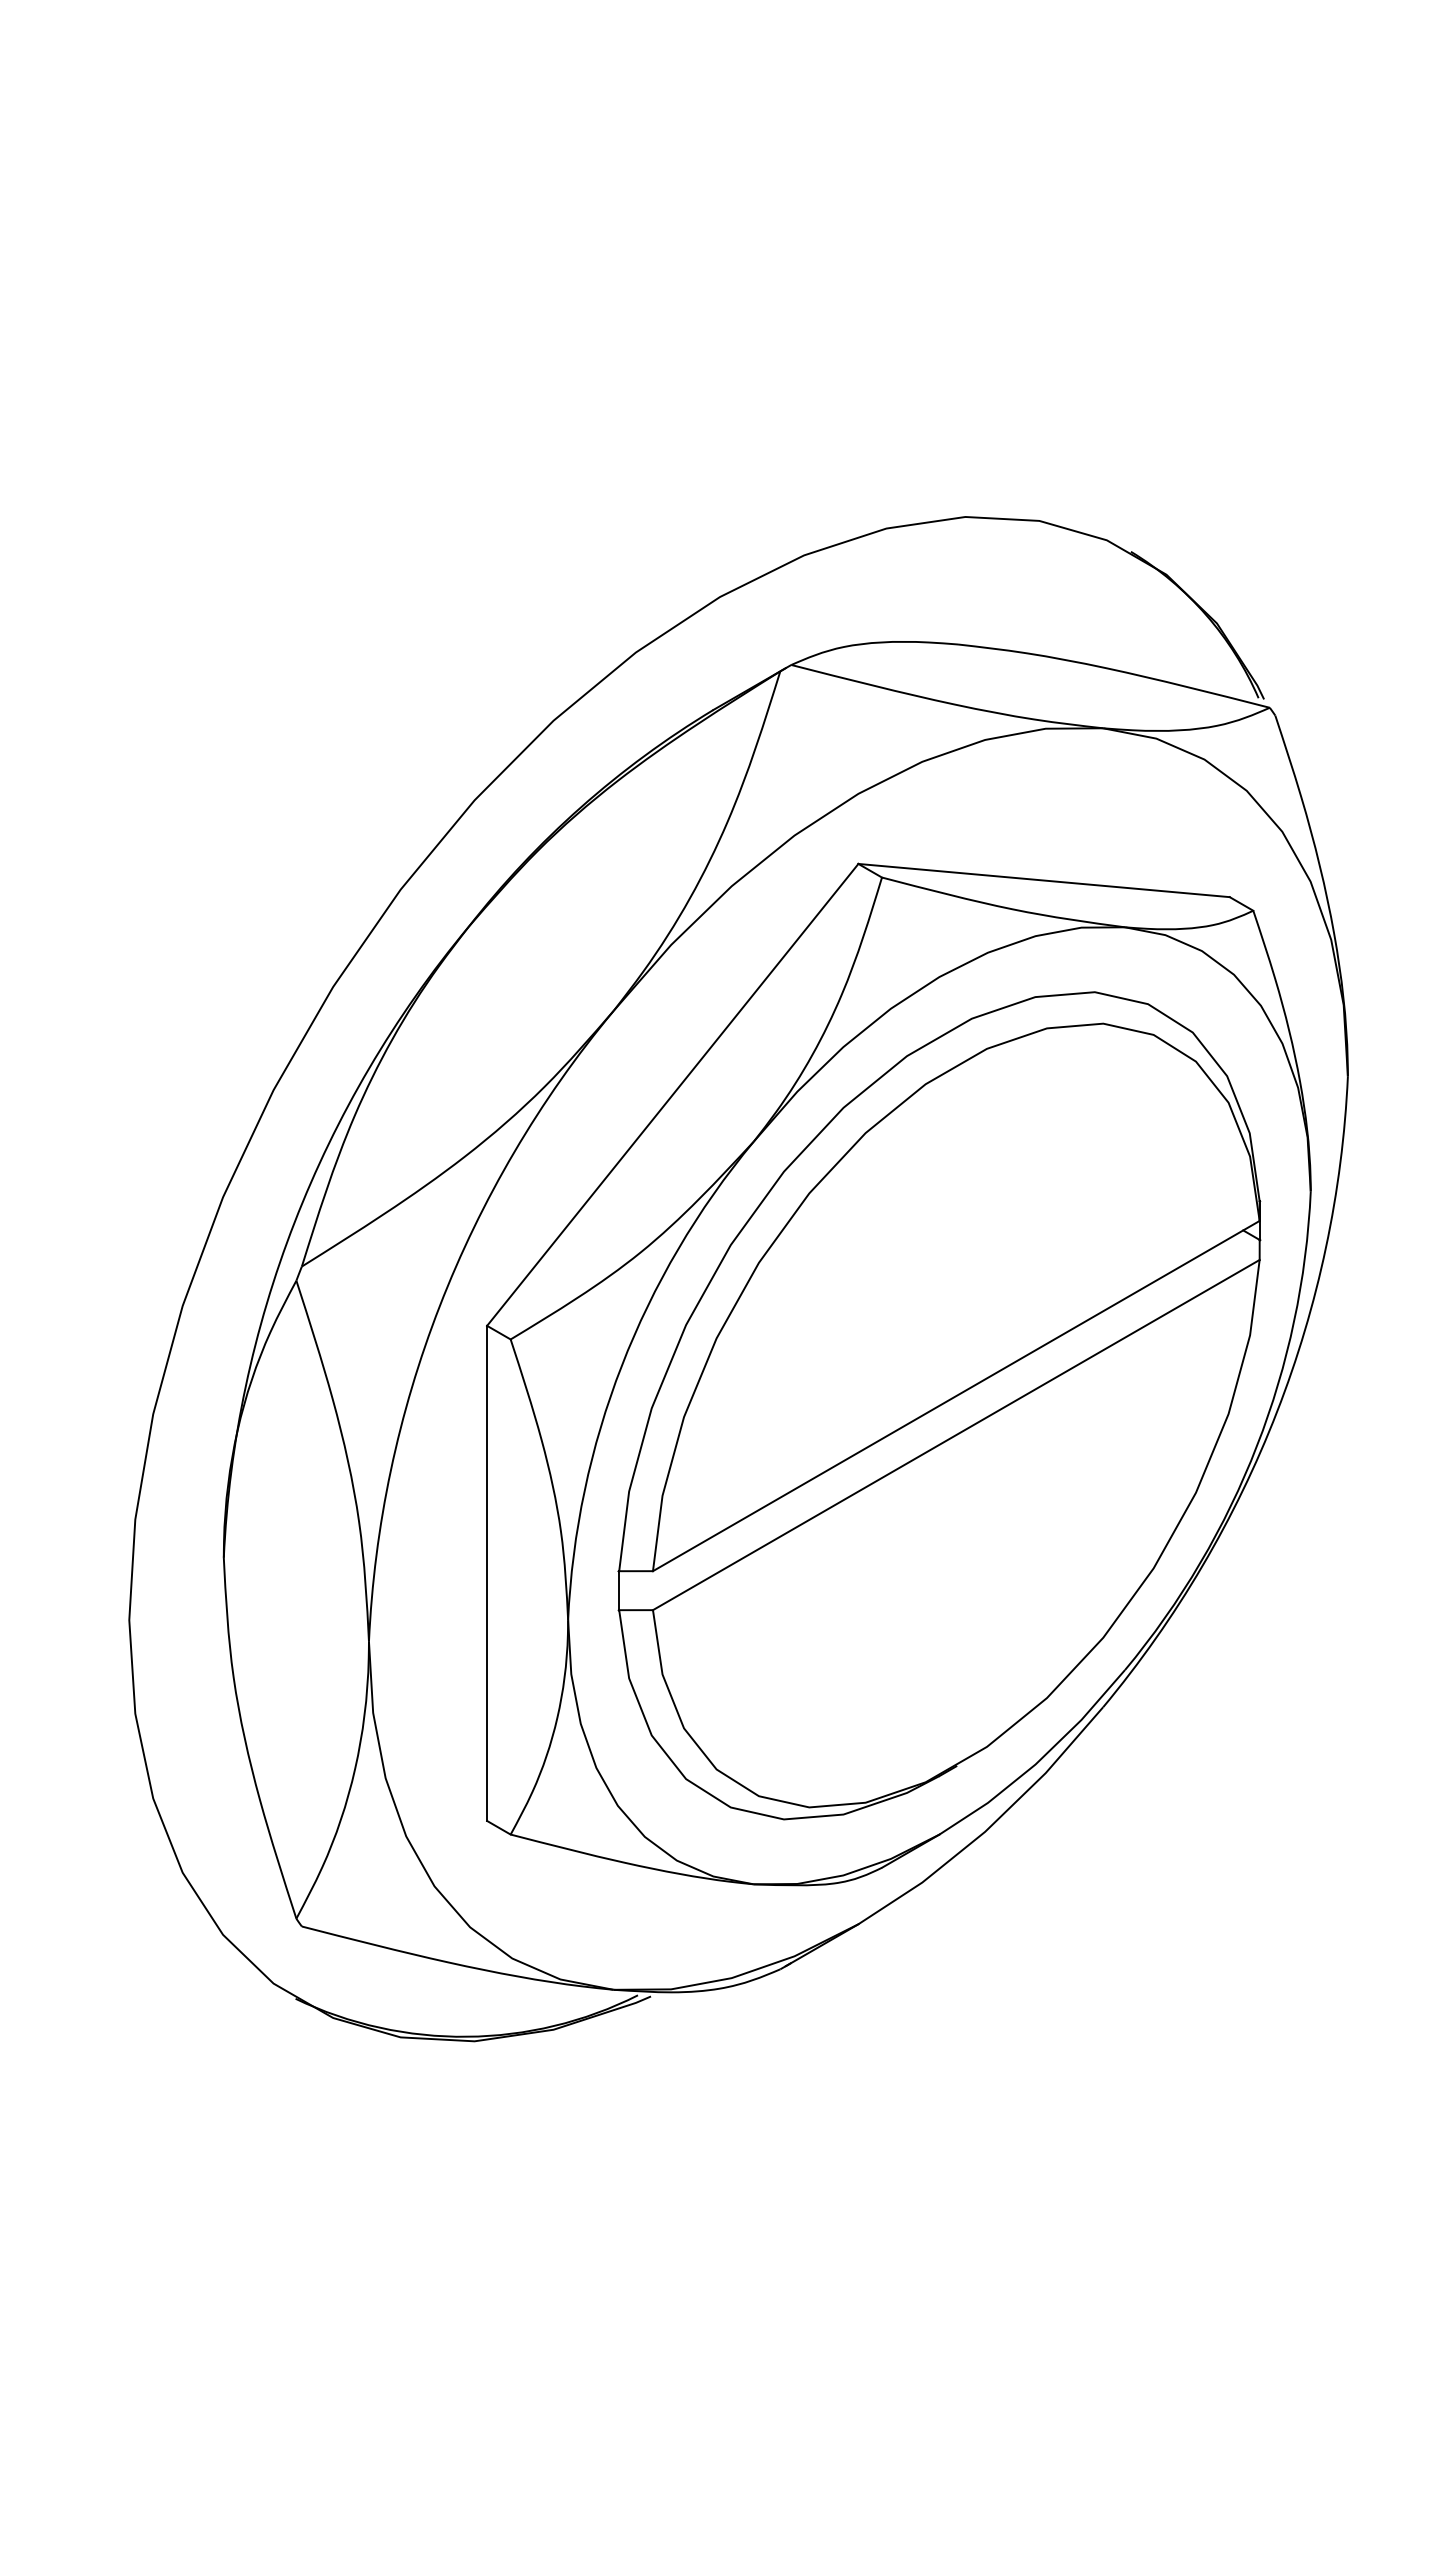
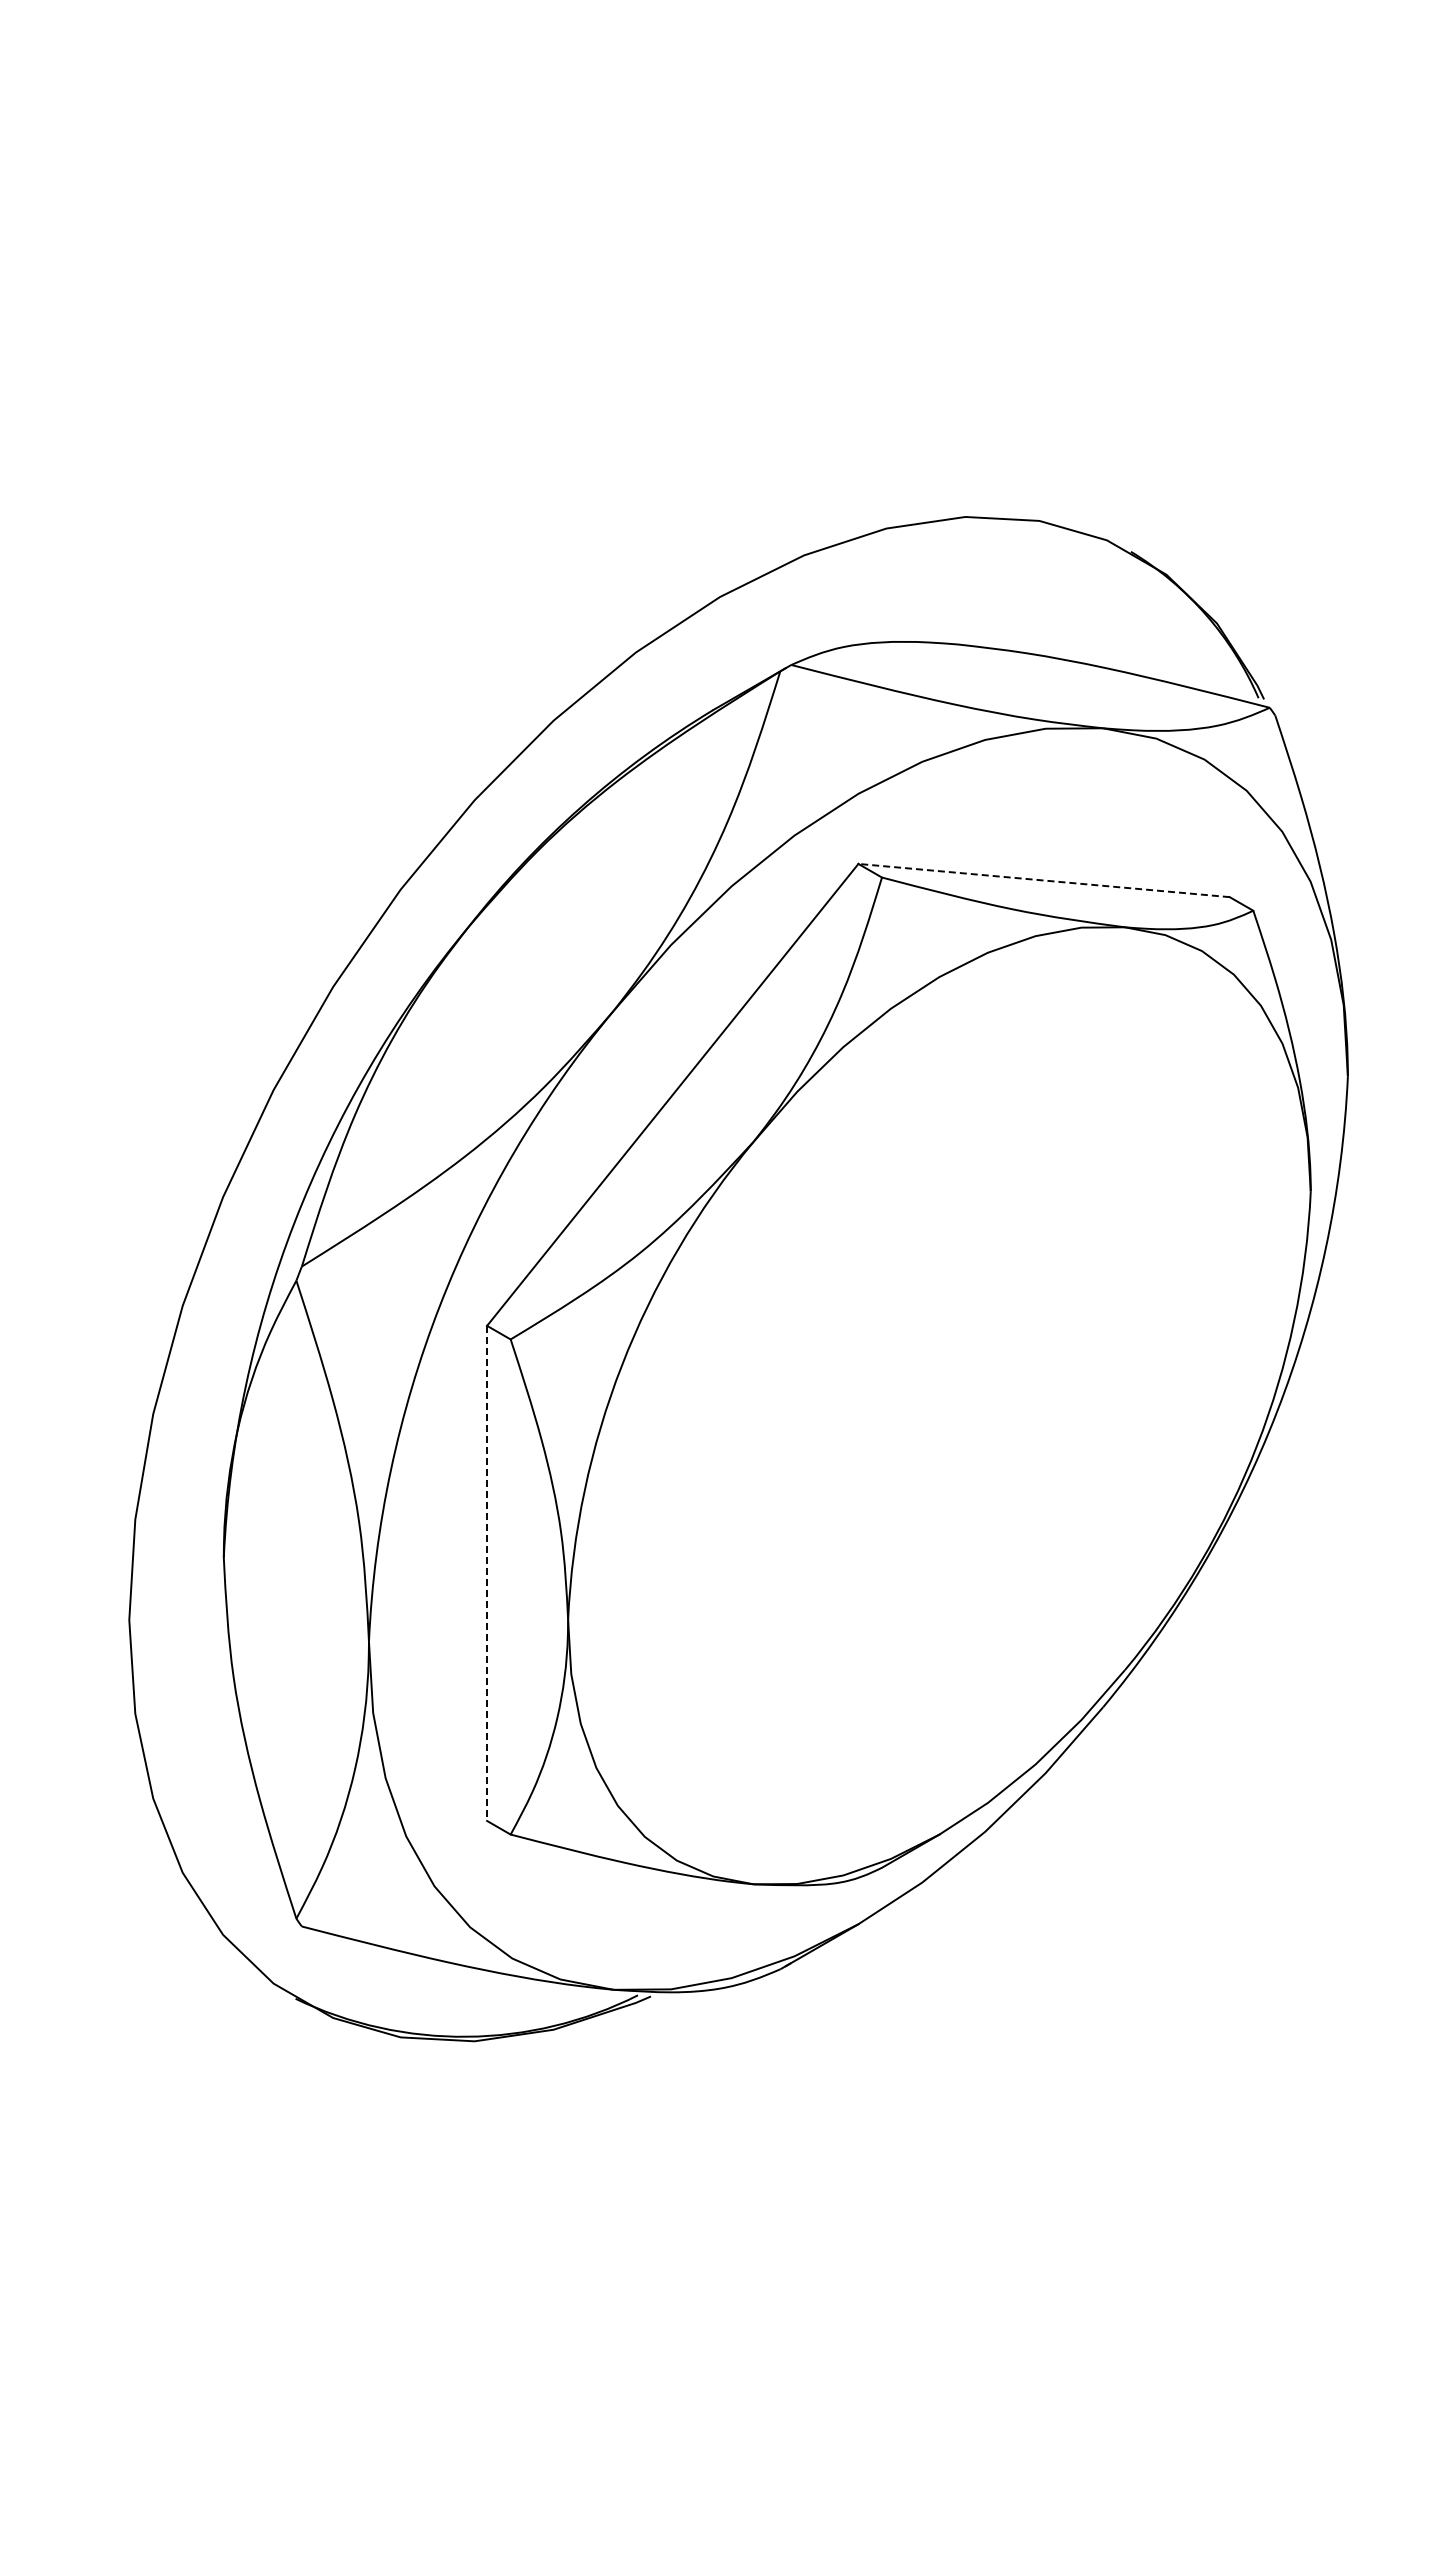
line at (1043, 880): solid -> dashed
part at (939, 1405): present -> none
line at (487, 1573): solid -> dashed
